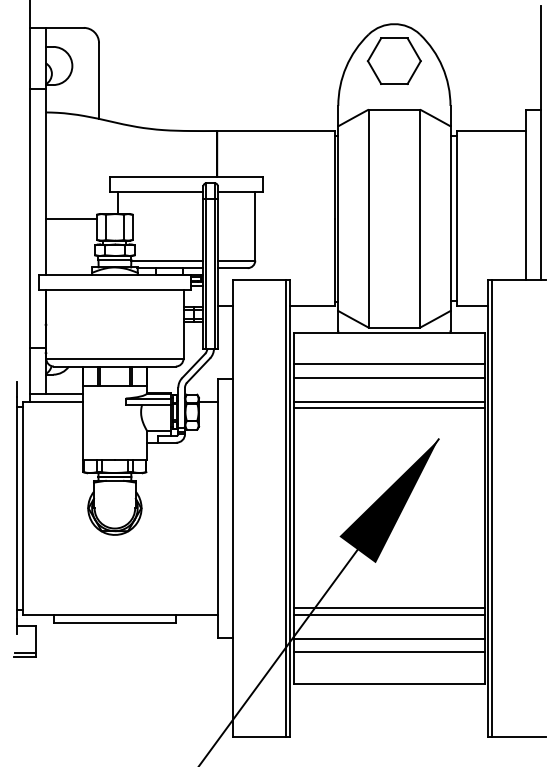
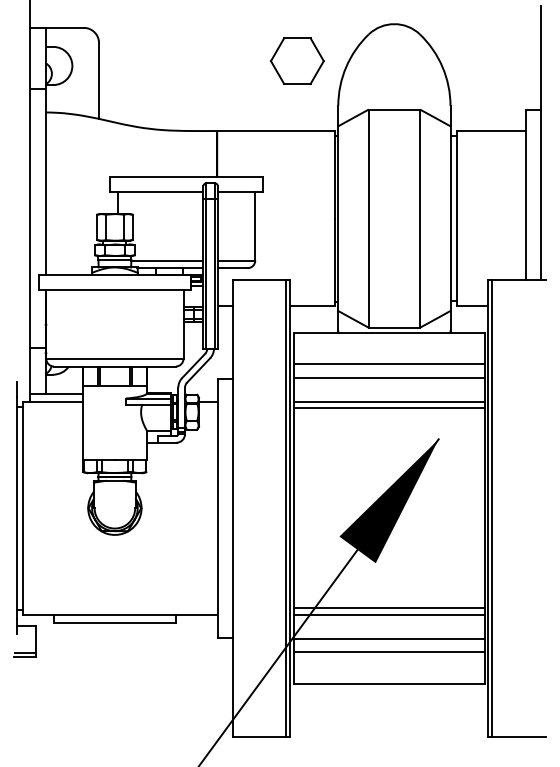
part at (393, 60) position: (393, 60) -> (296, 60)
line at (71, 218): present -> none
